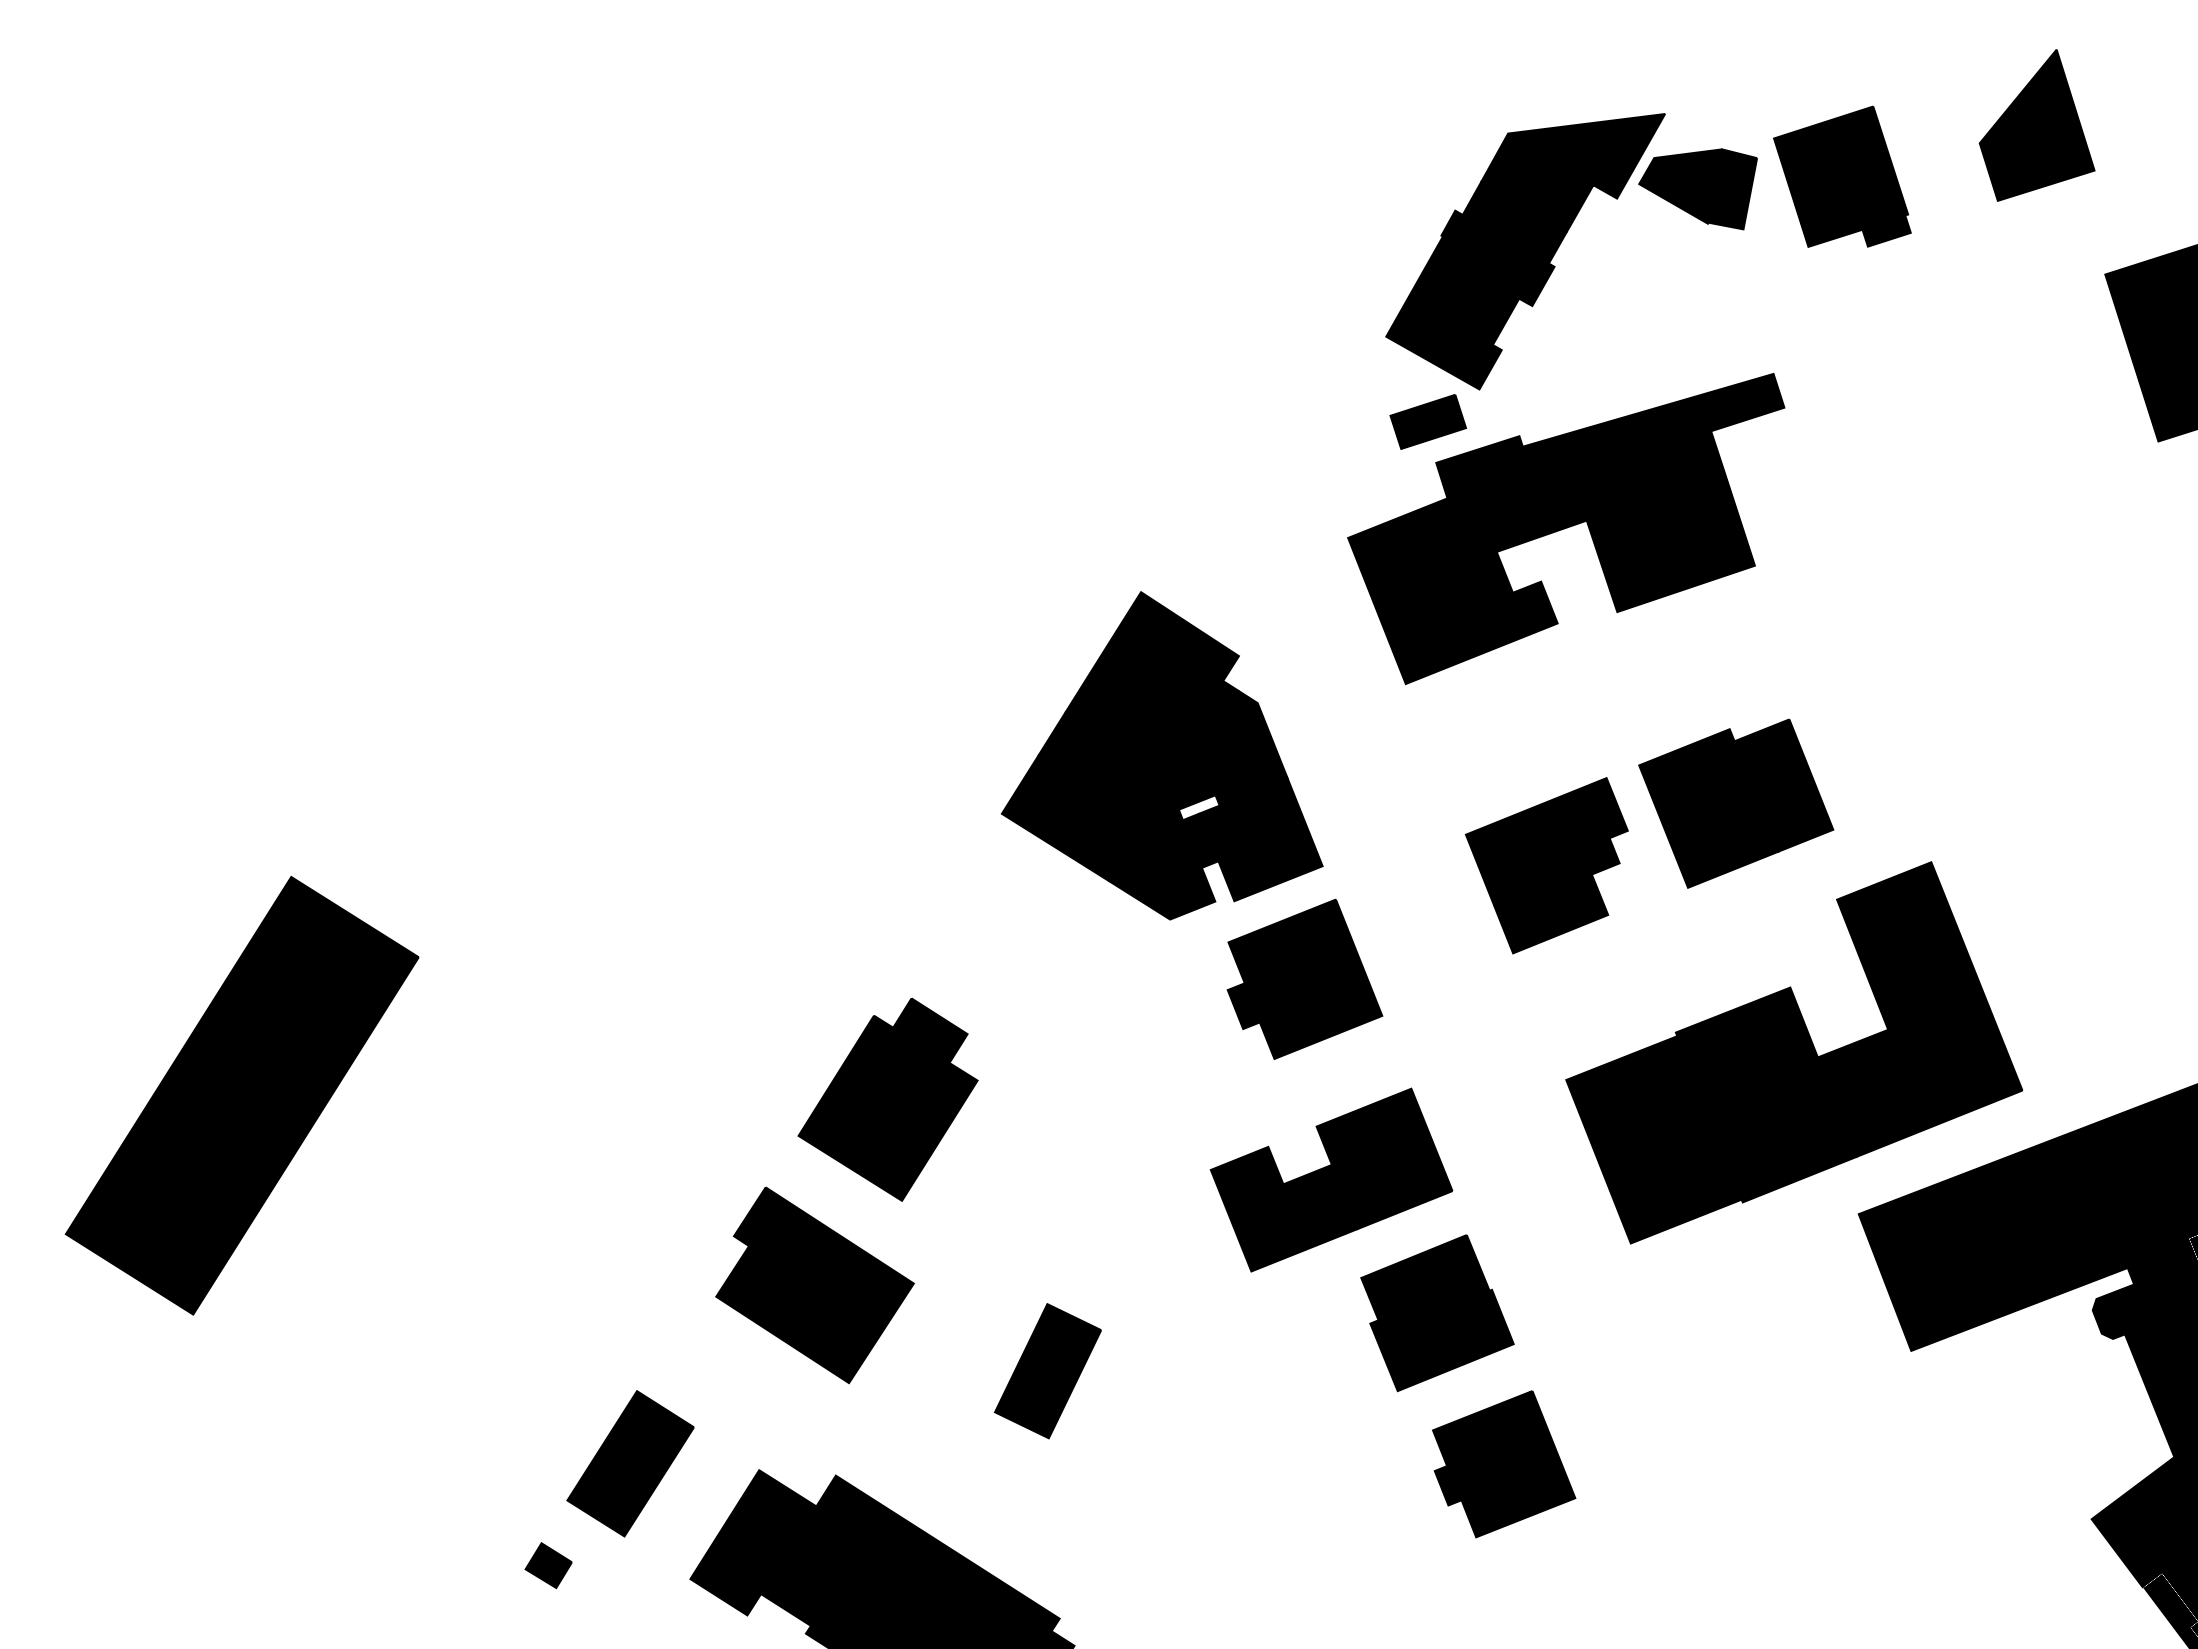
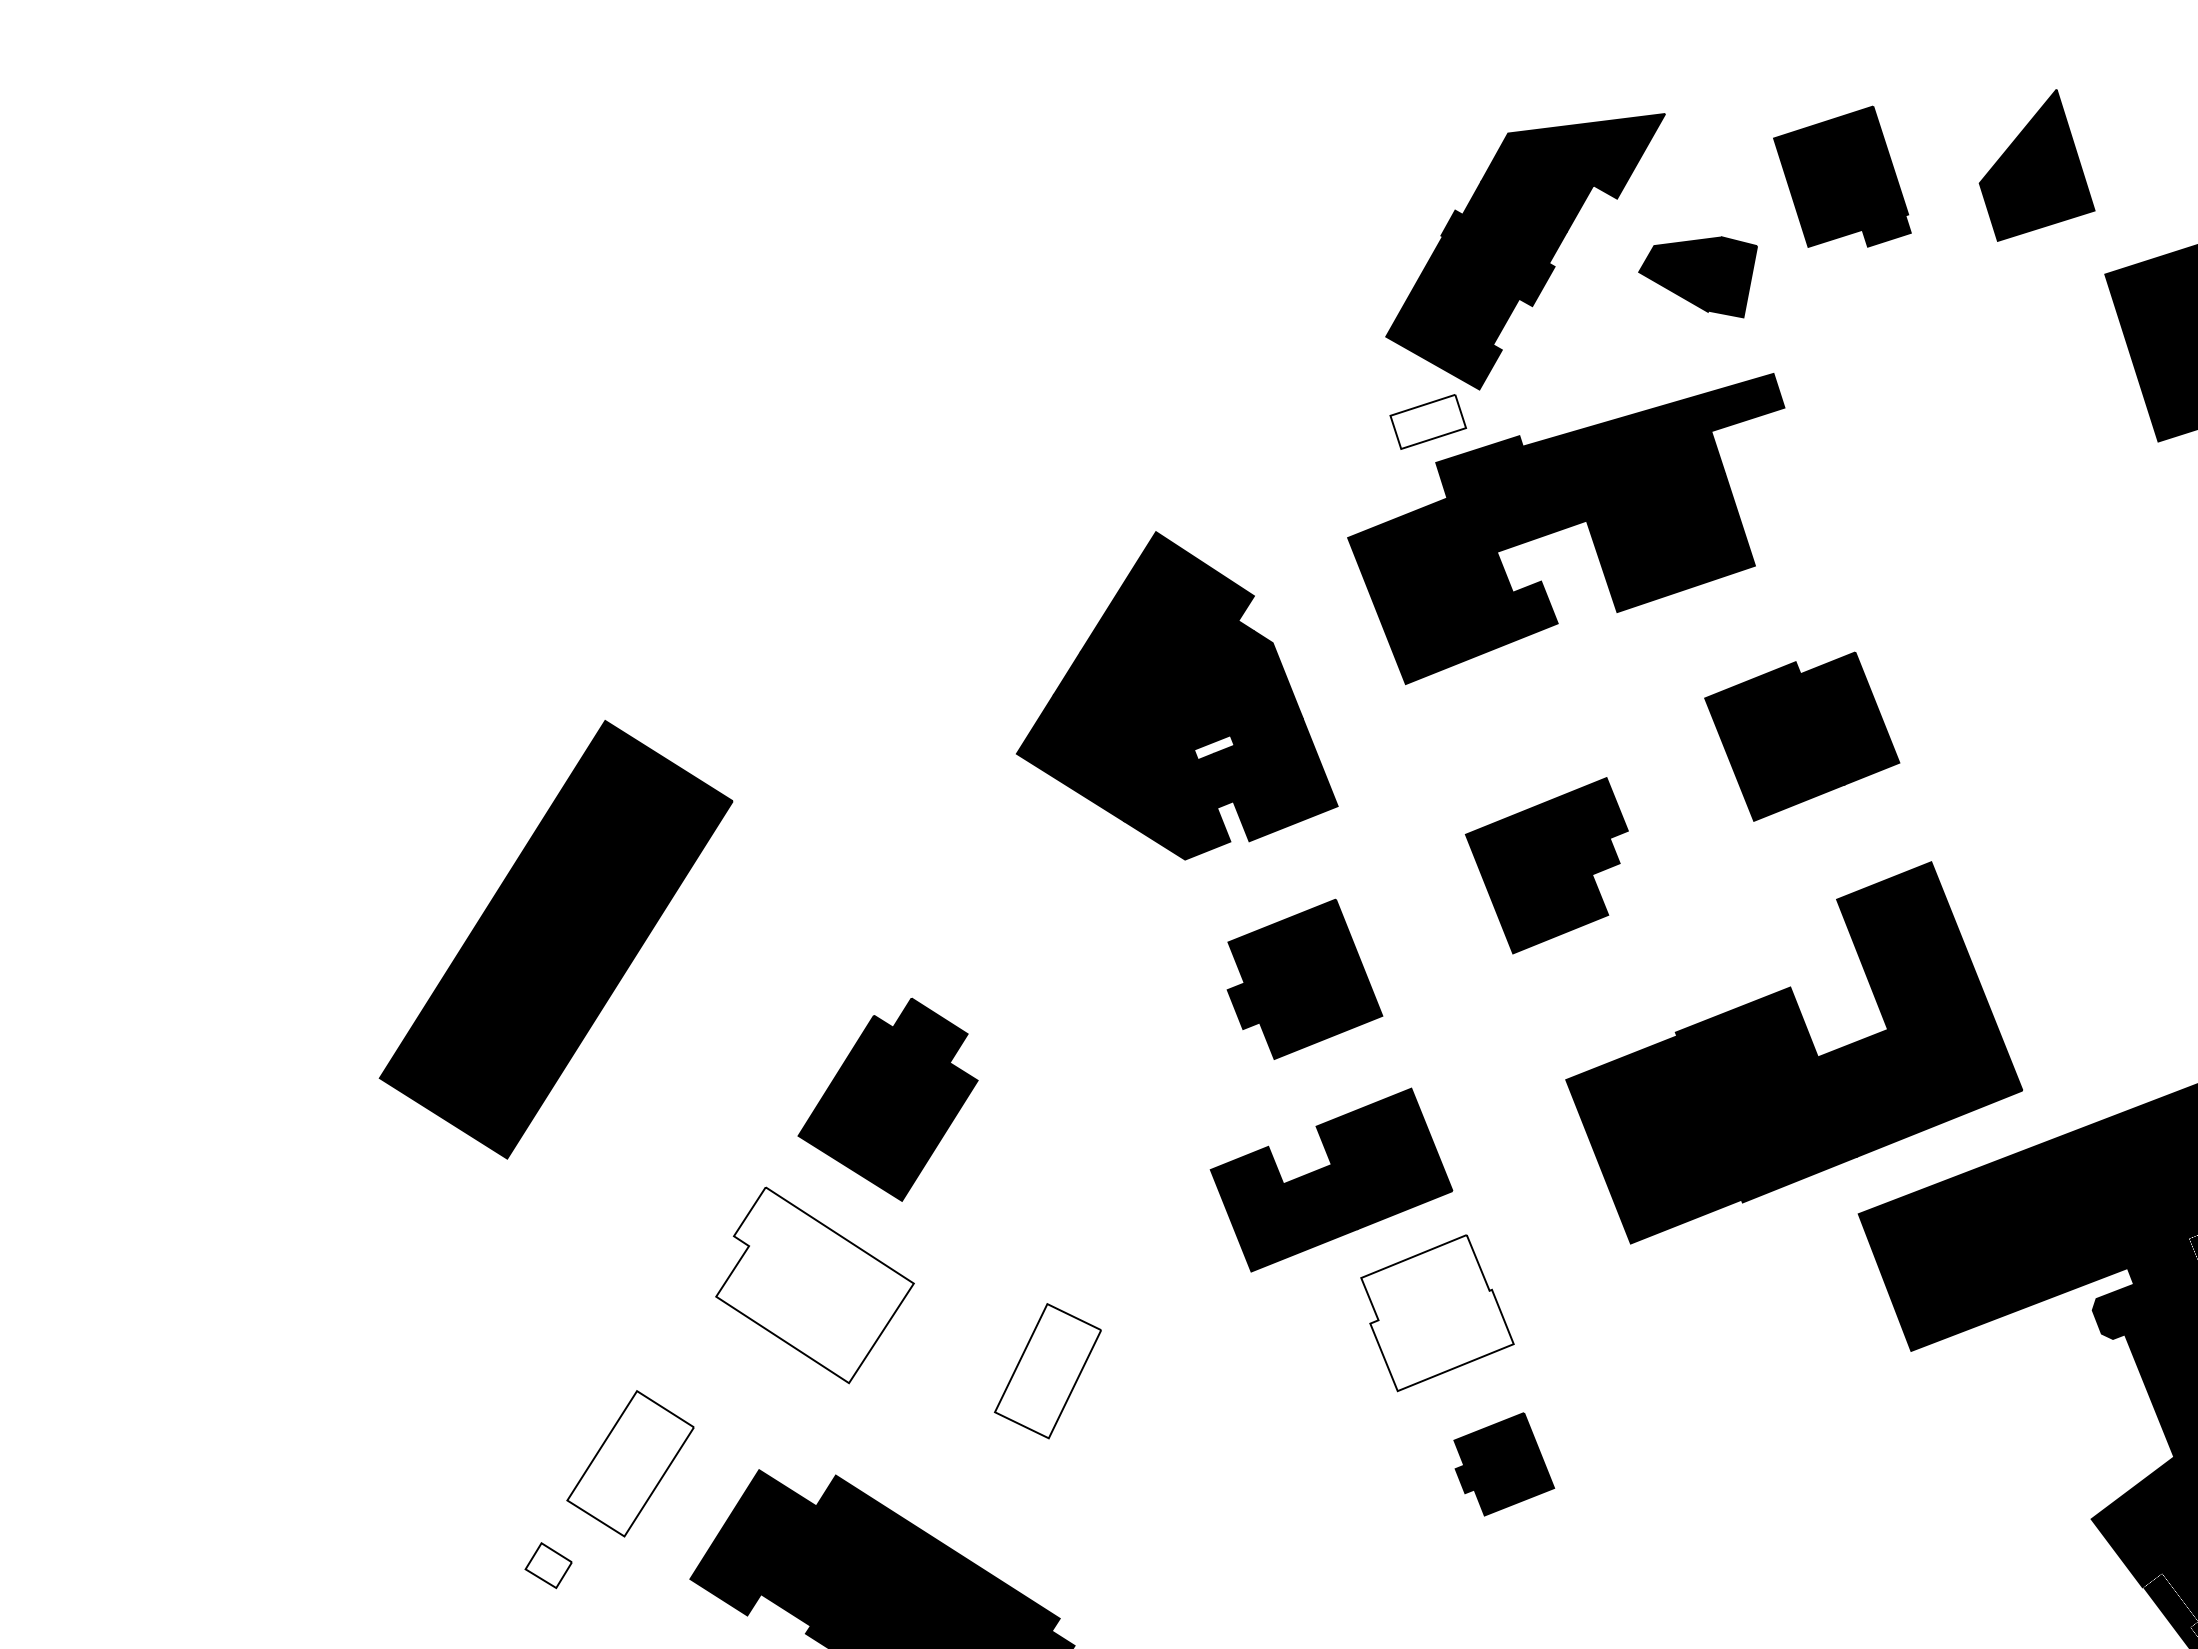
part at (2036, 125) position: (2036, 125) -> (2036, 165)
part at (1697, 189) position: (1697, 189) -> (1697, 277)
fill at (1428, 421): present -> none
part at (1162, 755) position: (1162, 755) -> (1177, 695)
part at (1736, 803) position: (1736, 803) -> (1802, 736)
part at (241, 1095) position: (241, 1095) -> (555, 939)
fill at (814, 1285): present -> none
fill at (1437, 1313): present -> none
fill at (1047, 1371): present -> none
fill at (630, 1463): present -> none
part at (1504, 1464) size: 145x149 px -> 103x105 px
fill at (548, 1565): present -> none
